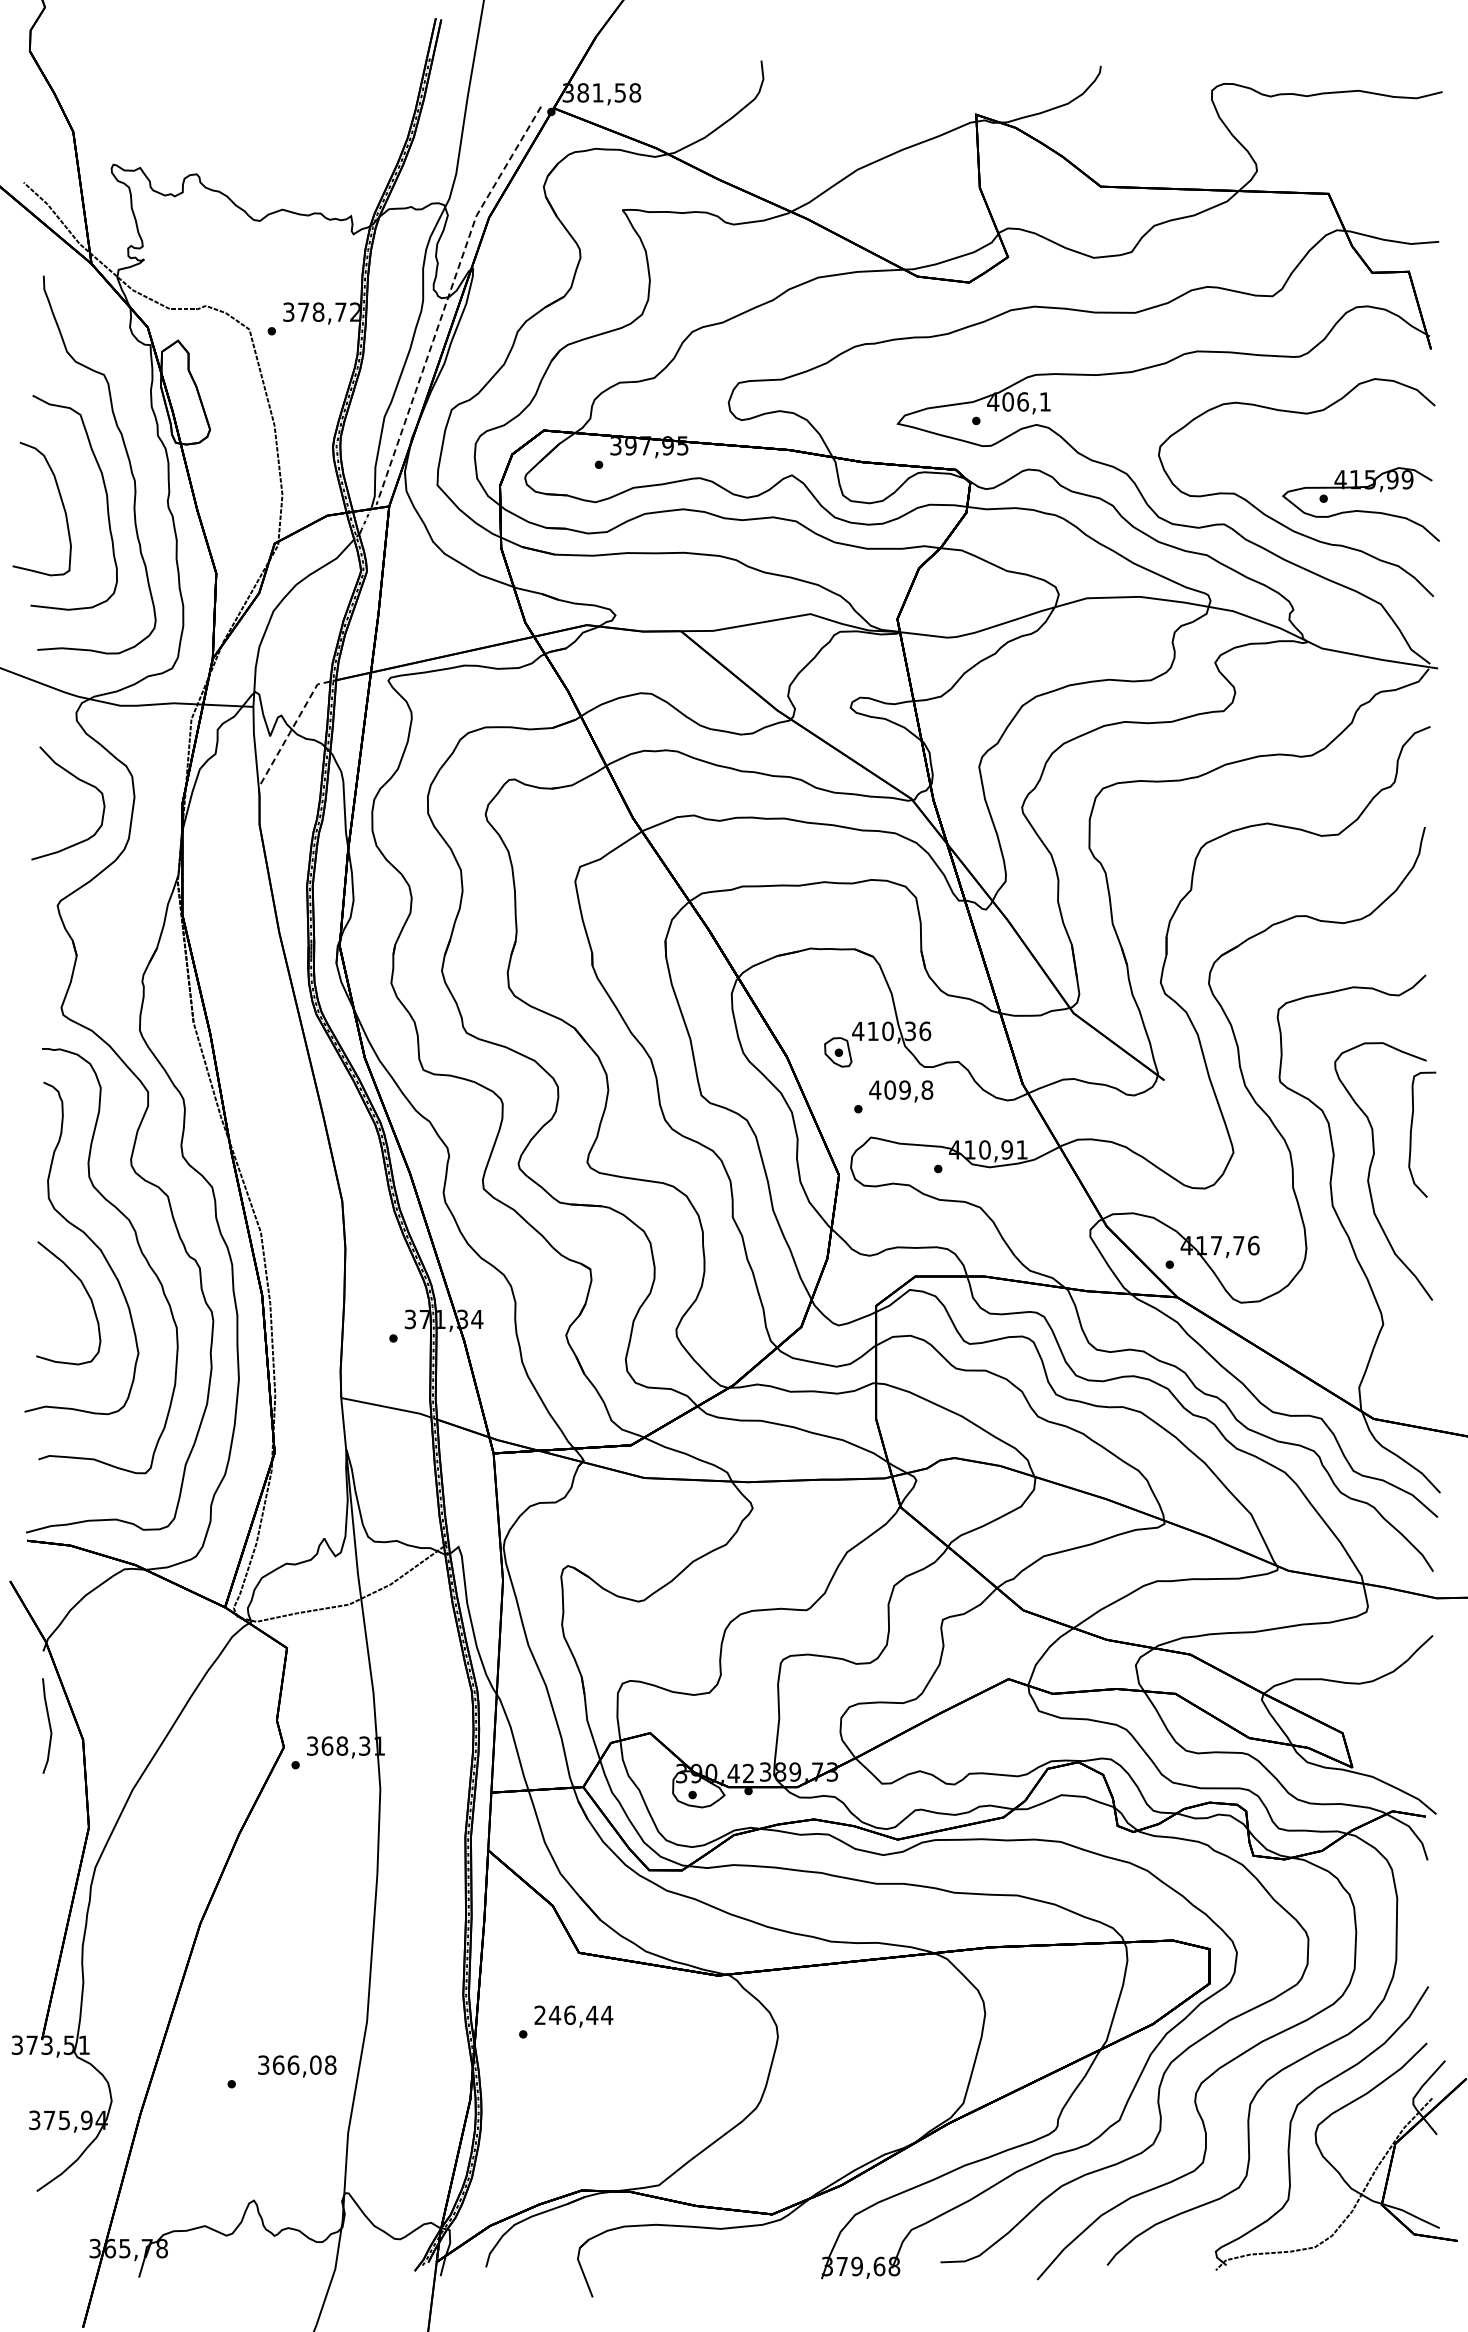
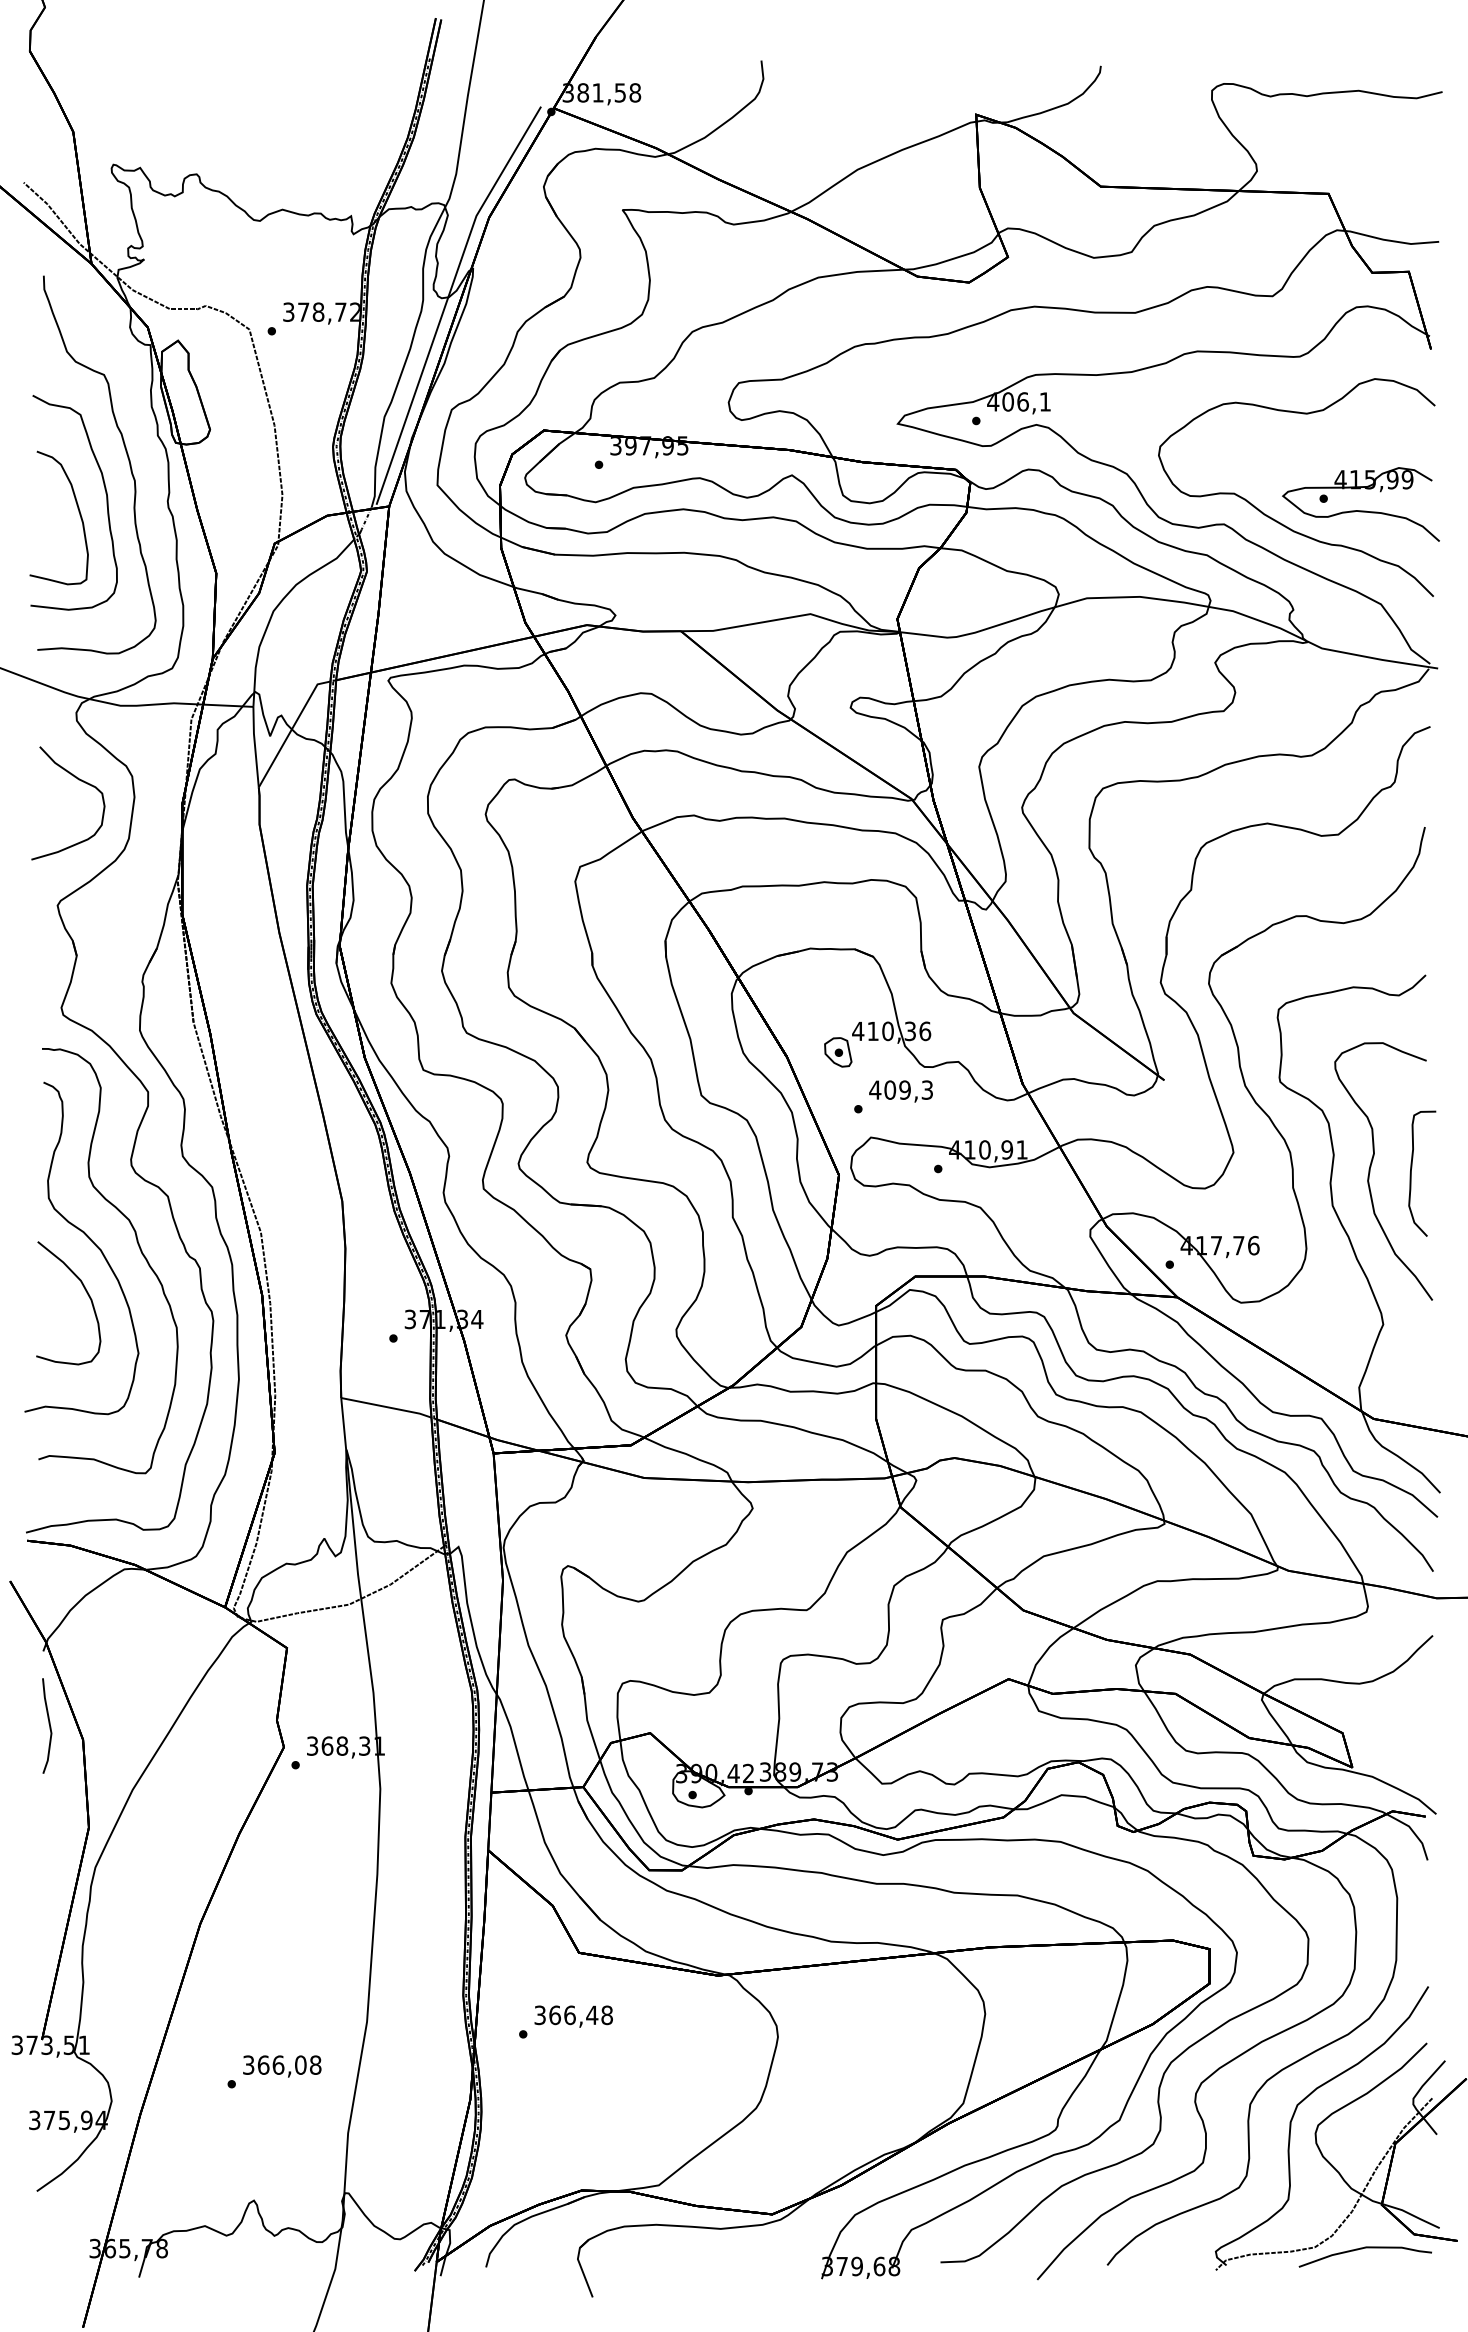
line at (447, 300): dashed -> solid
curve at (61, 503) position: (61, 503) -> (78, 512)
line at (291, 729): dashed -> solid
text at (927, 1089): 409,8 -> 409,3
curve at (1411, 1134) position: (1411, 1134) -> (1411, 1173)
text at (573, 2015): 246,44 -> 366,48
text at (297, 2066) position: (297, 2066) -> (282, 2066)
curve at (1362, 2249): none -> present
